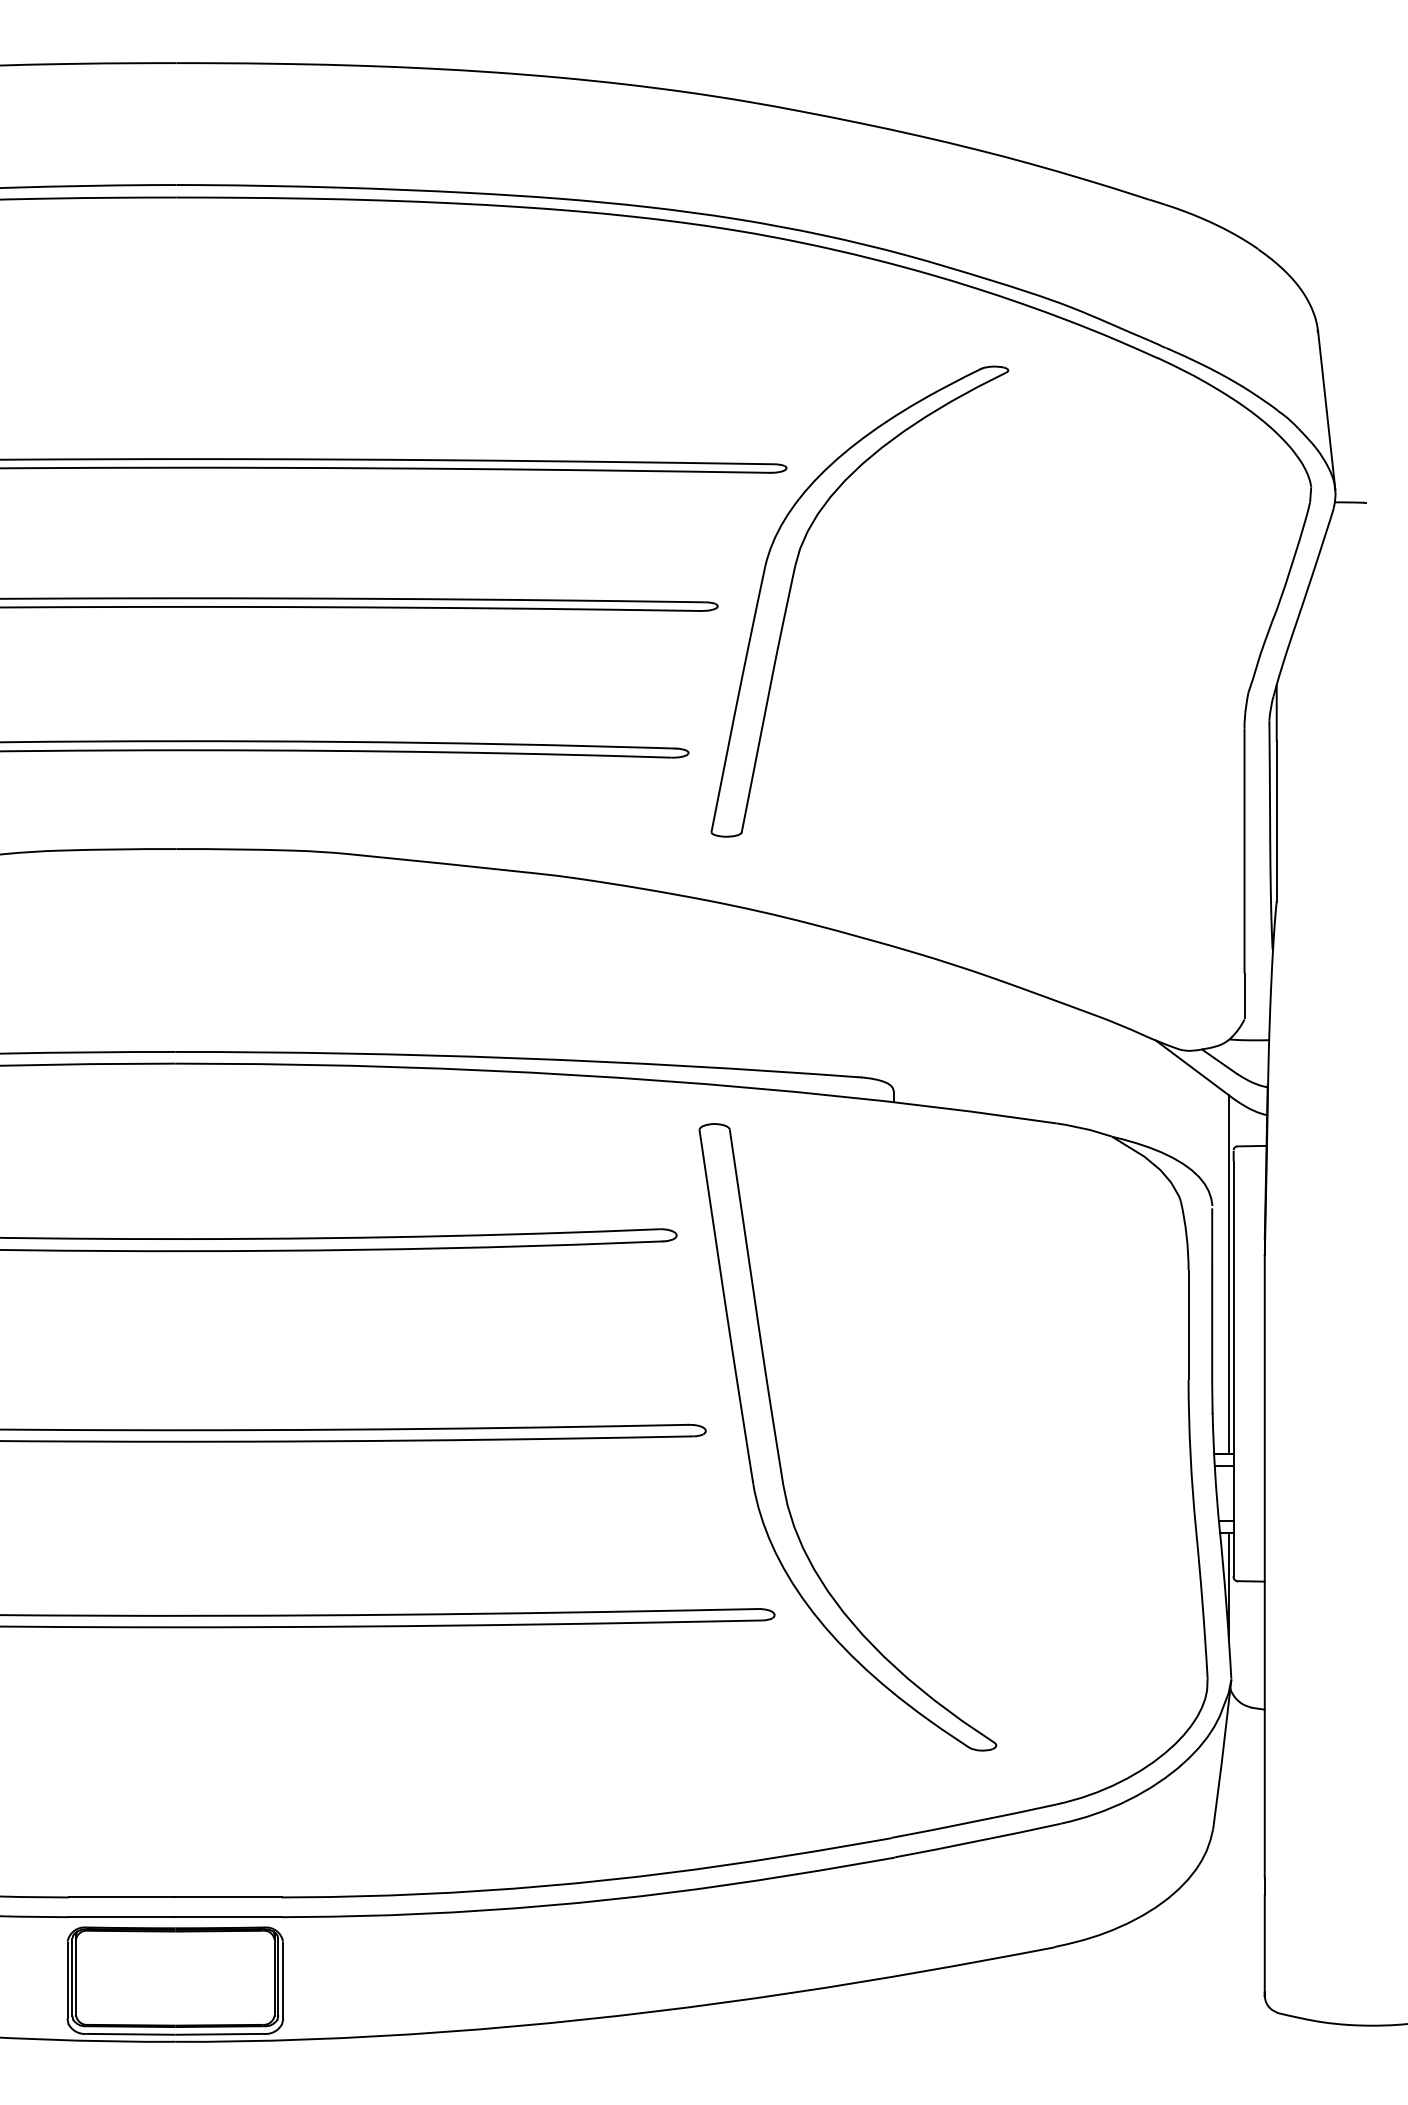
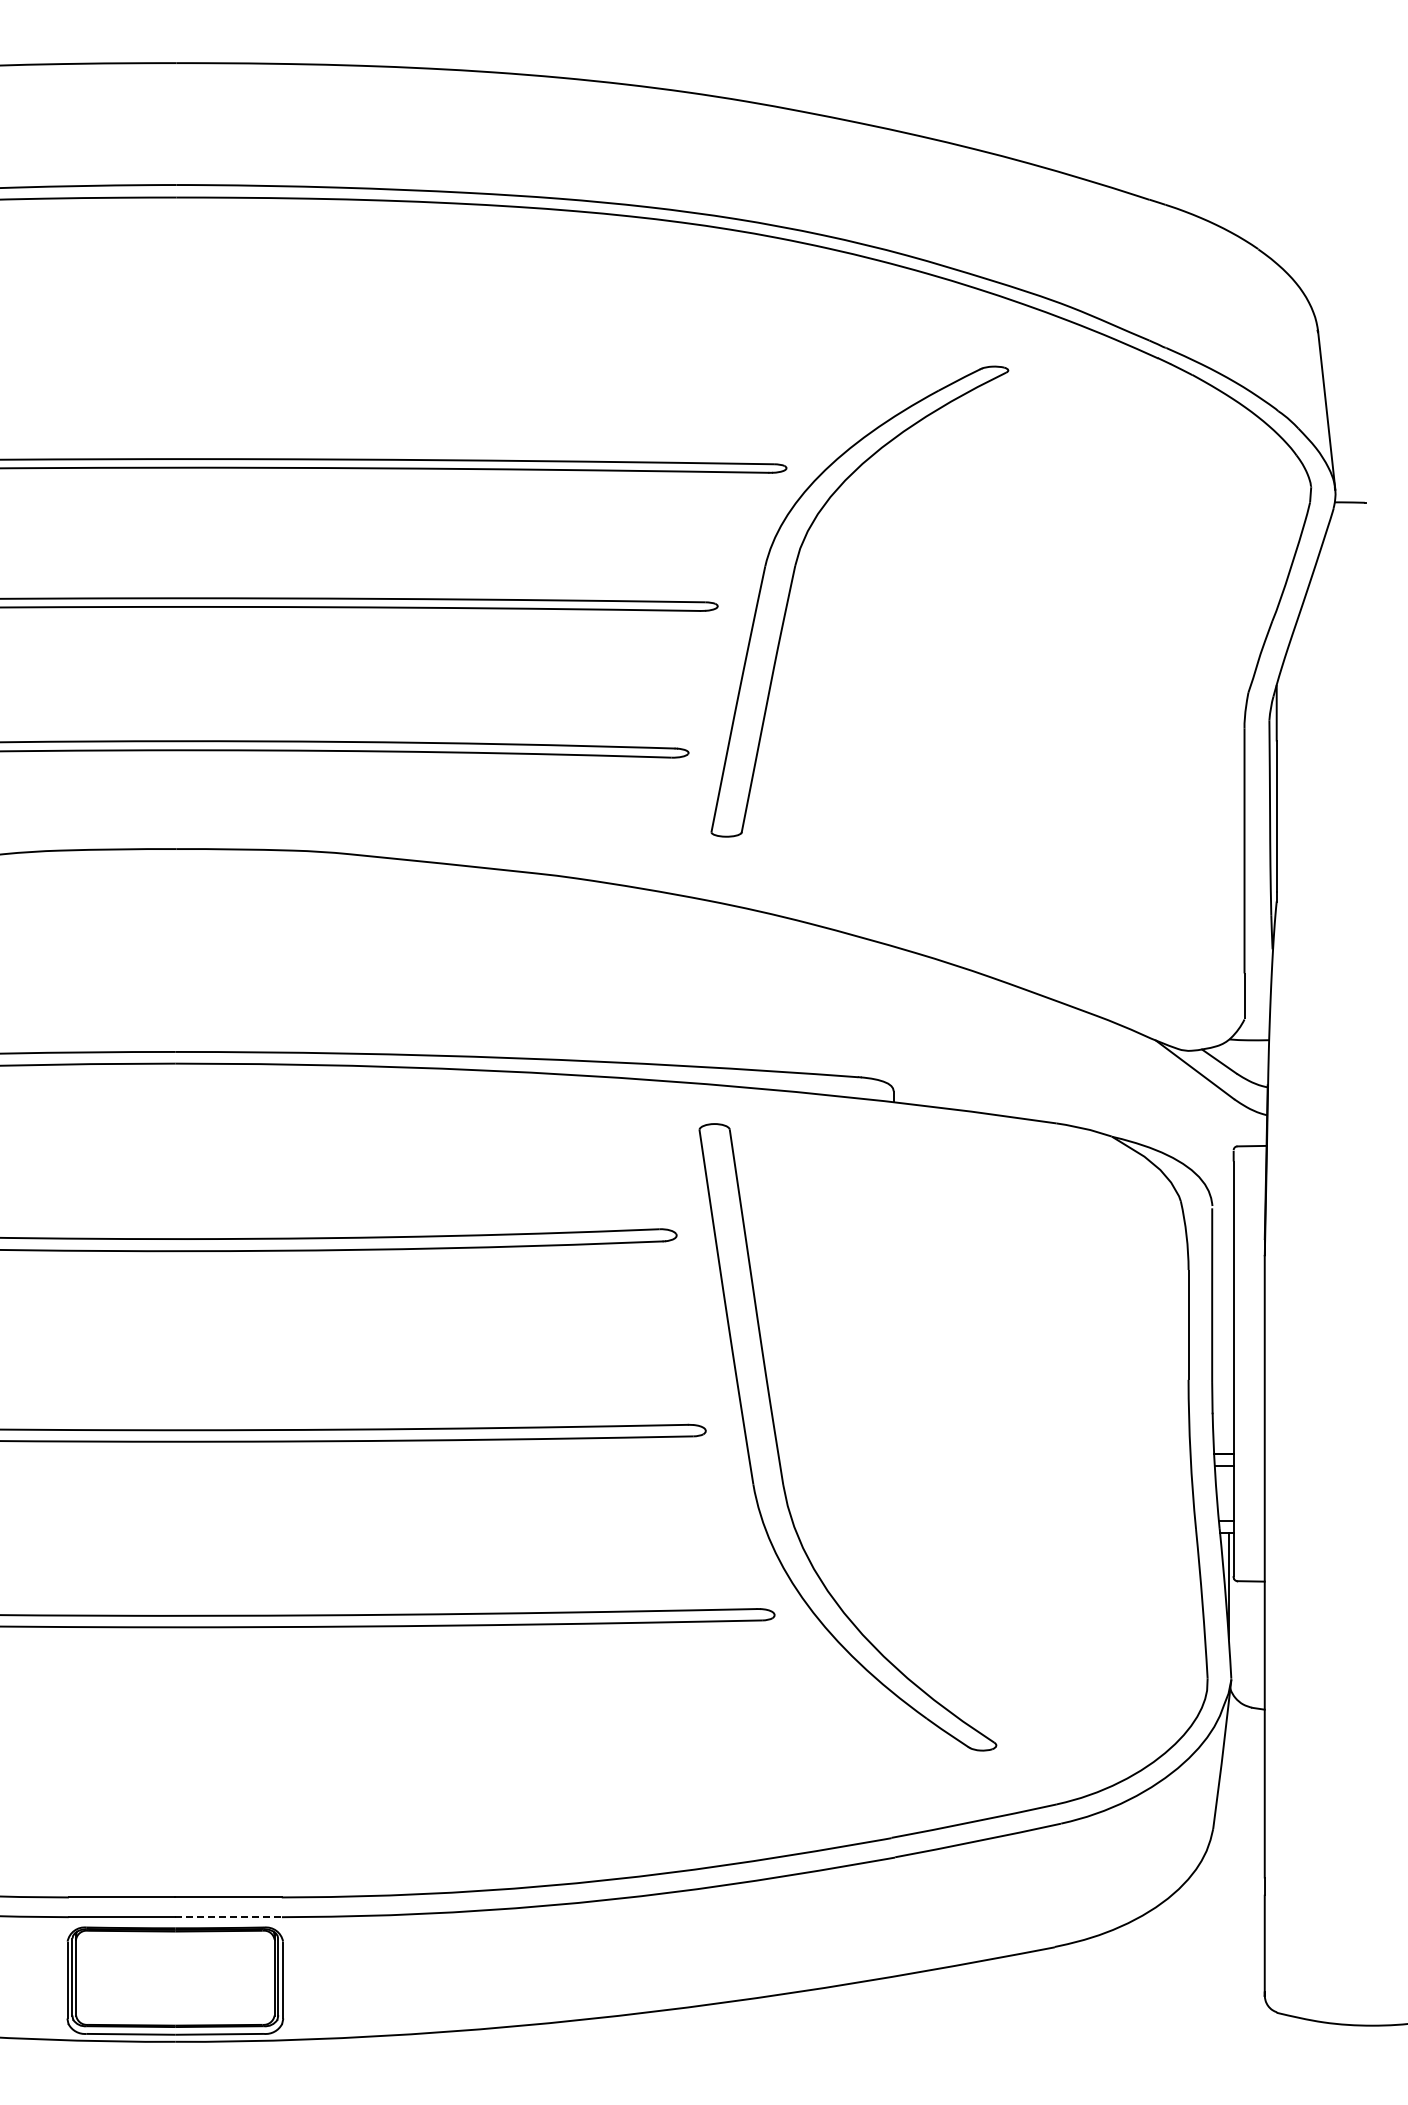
line at (1228, 1274): present -> none
line at (229, 1917): solid -> dashed
